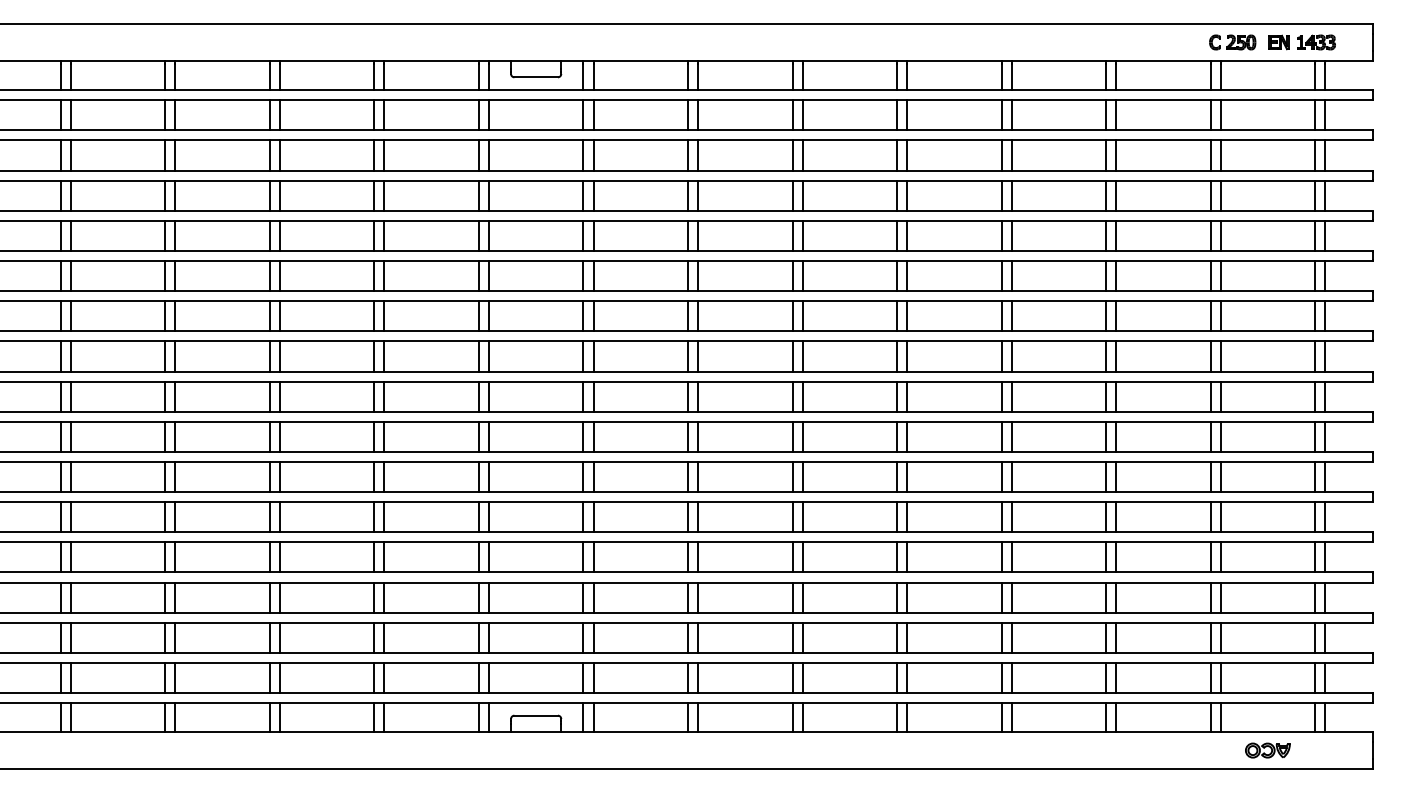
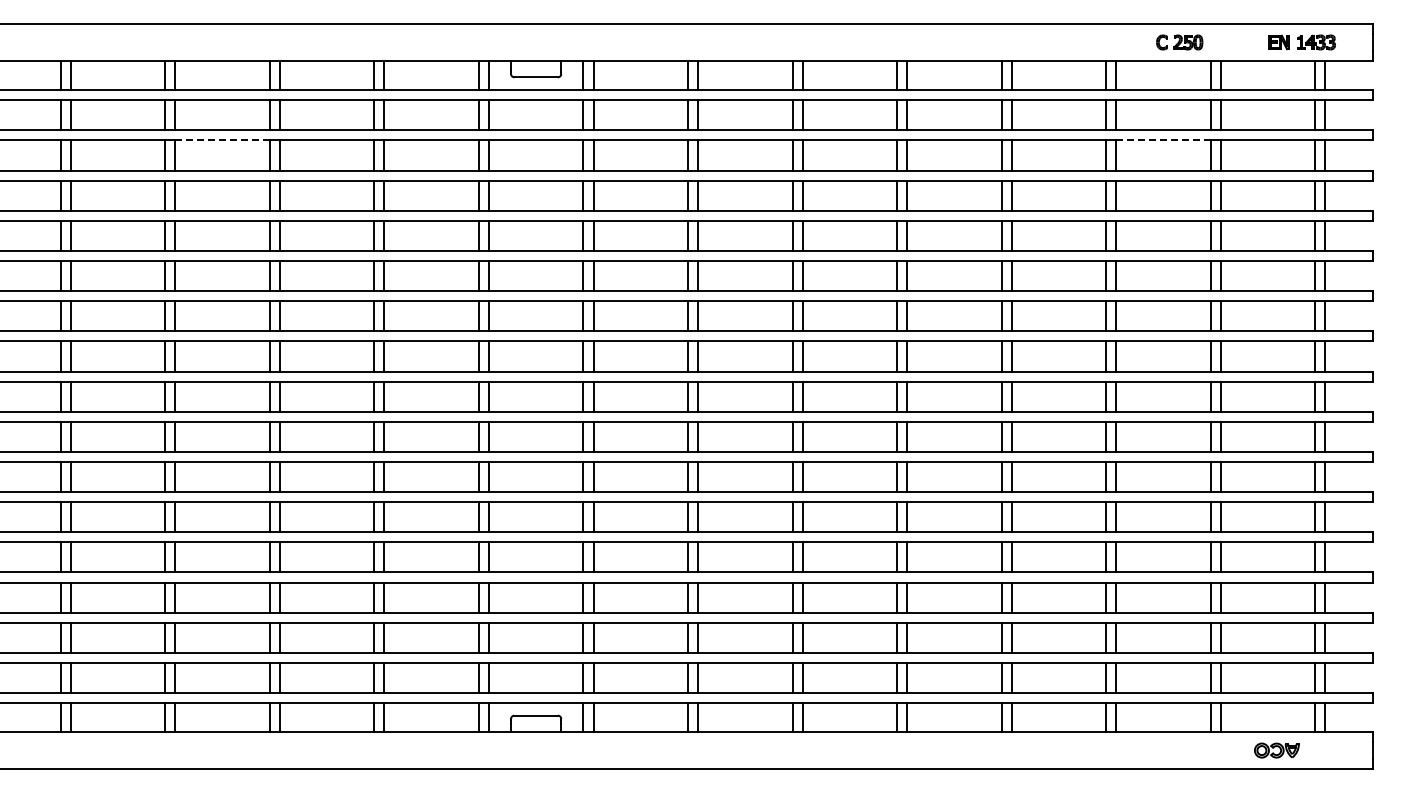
part at (1232, 42) position: (1232, 42) -> (1179, 42)
line at (222, 140): solid -> dashed
line at (1163, 140): solid -> dashed
part at (1267, 750) position: (1267, 750) -> (1276, 750)
